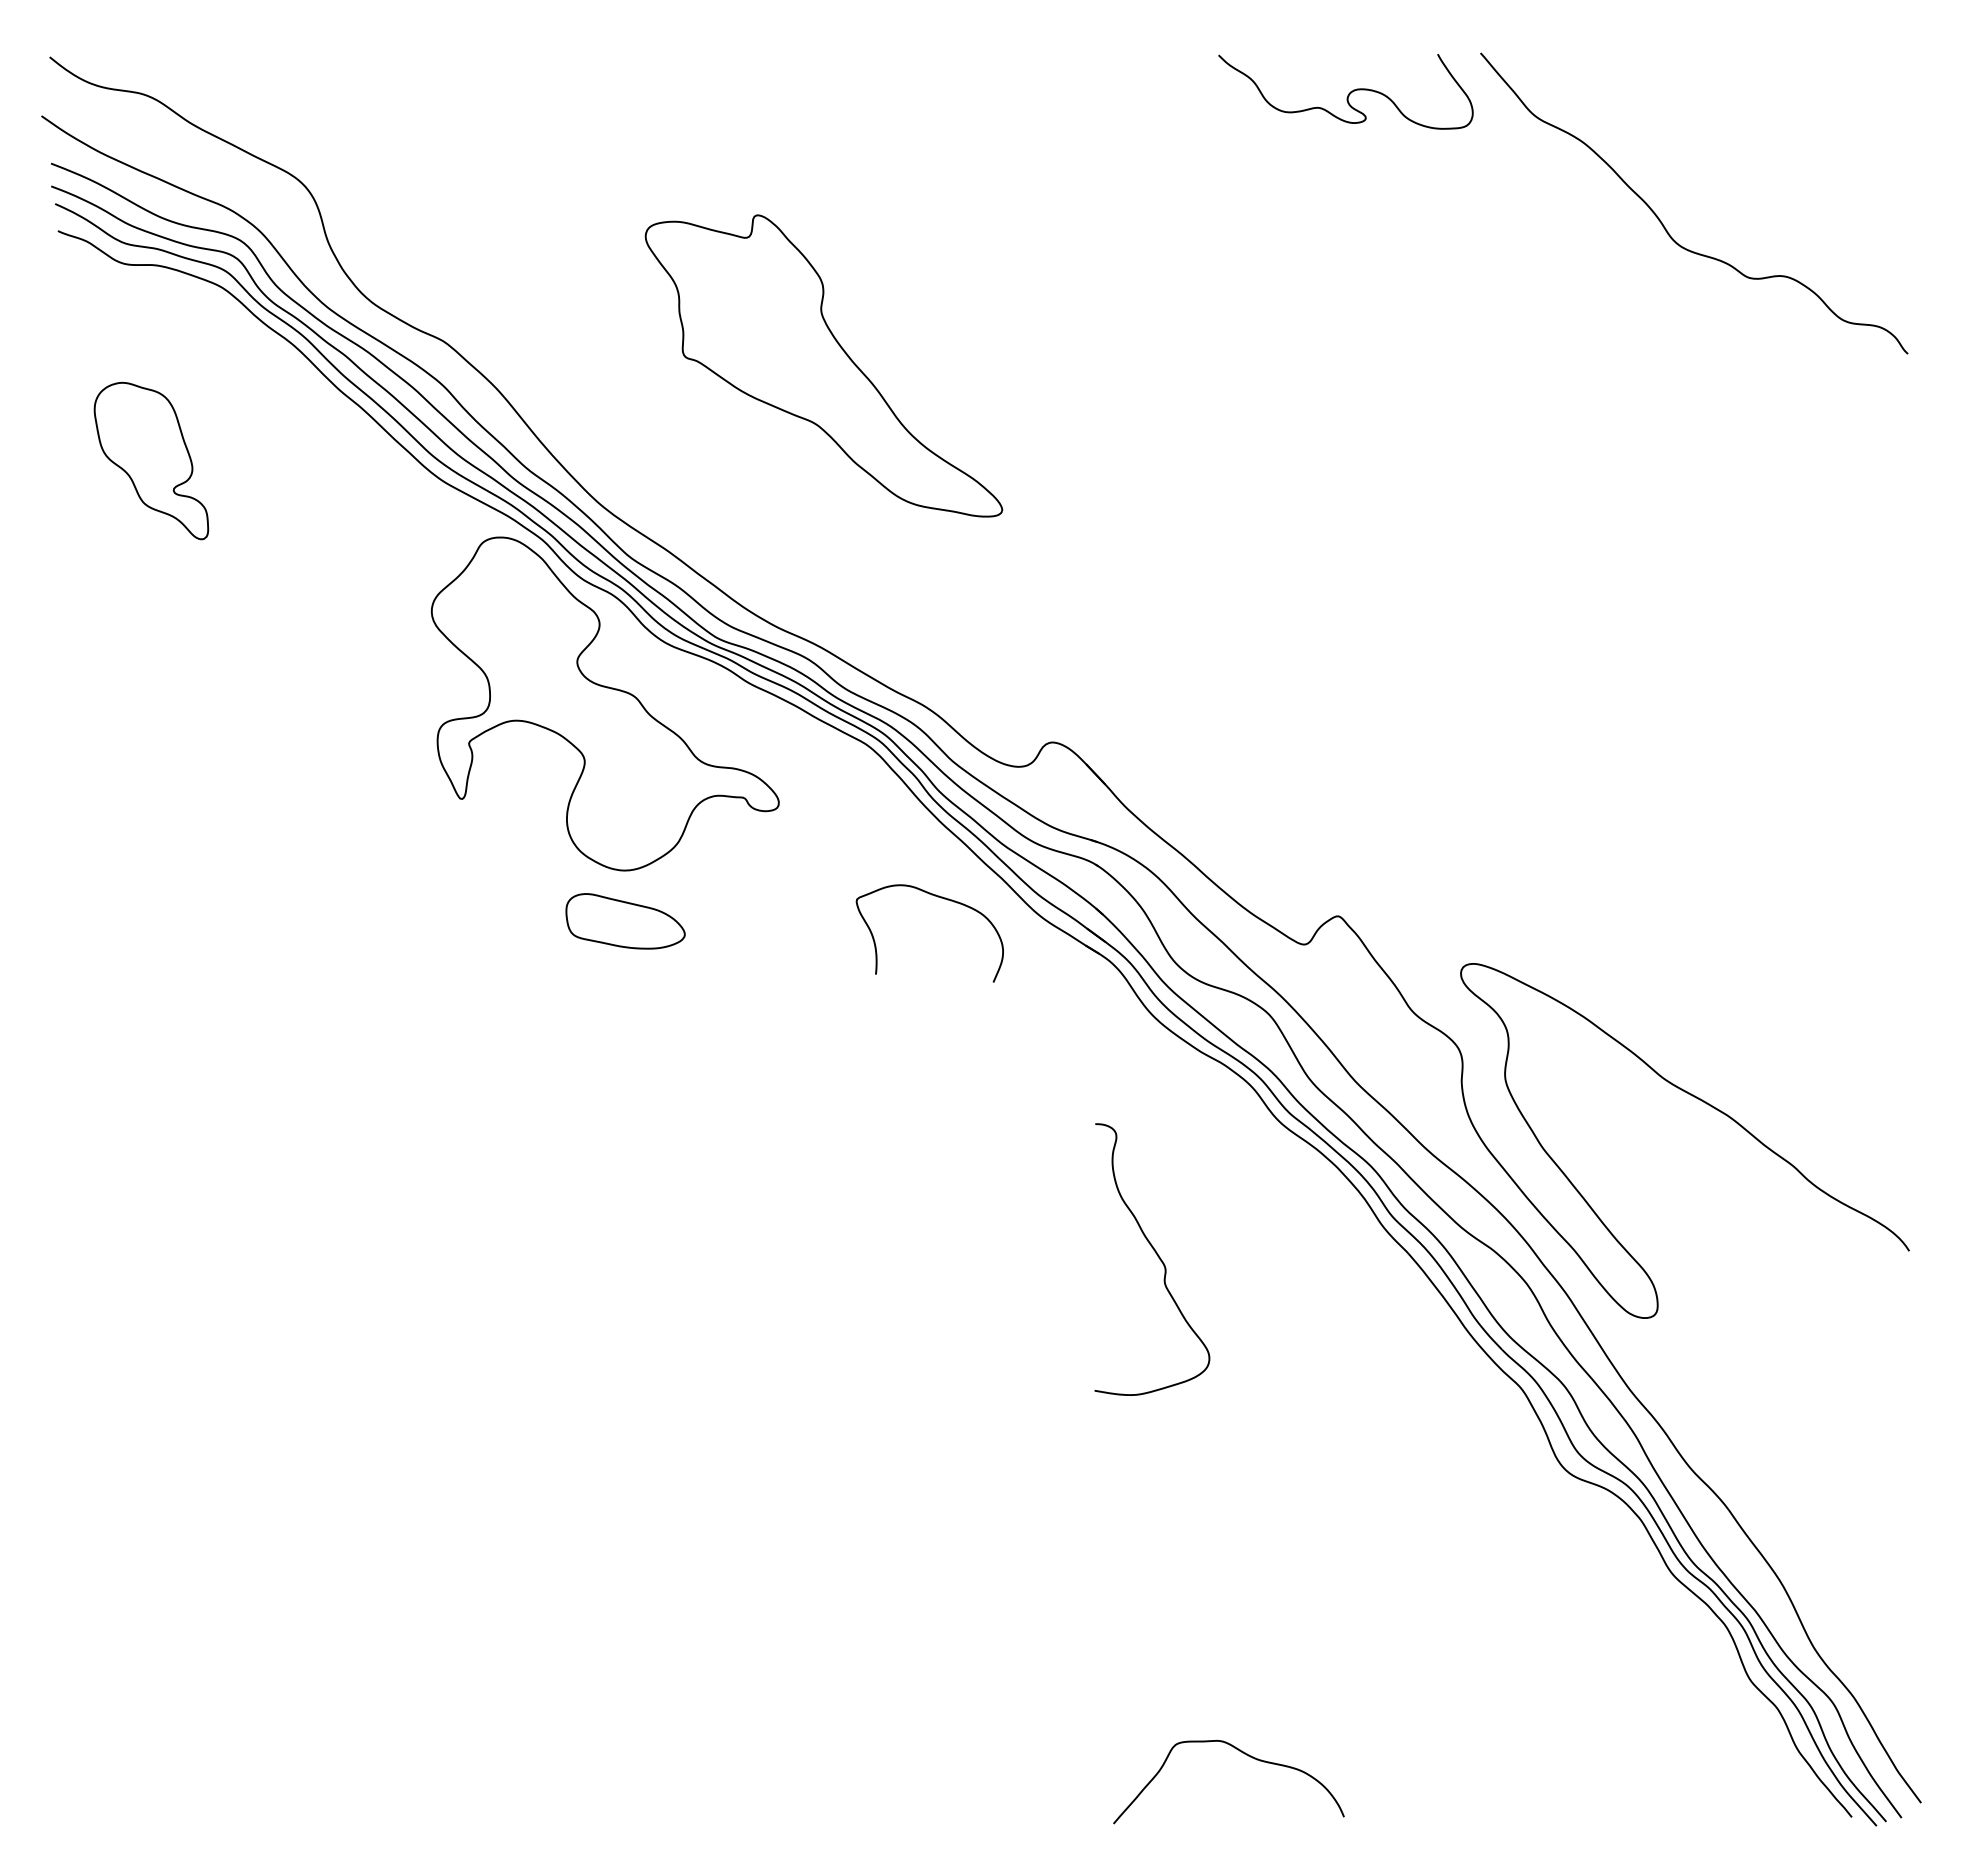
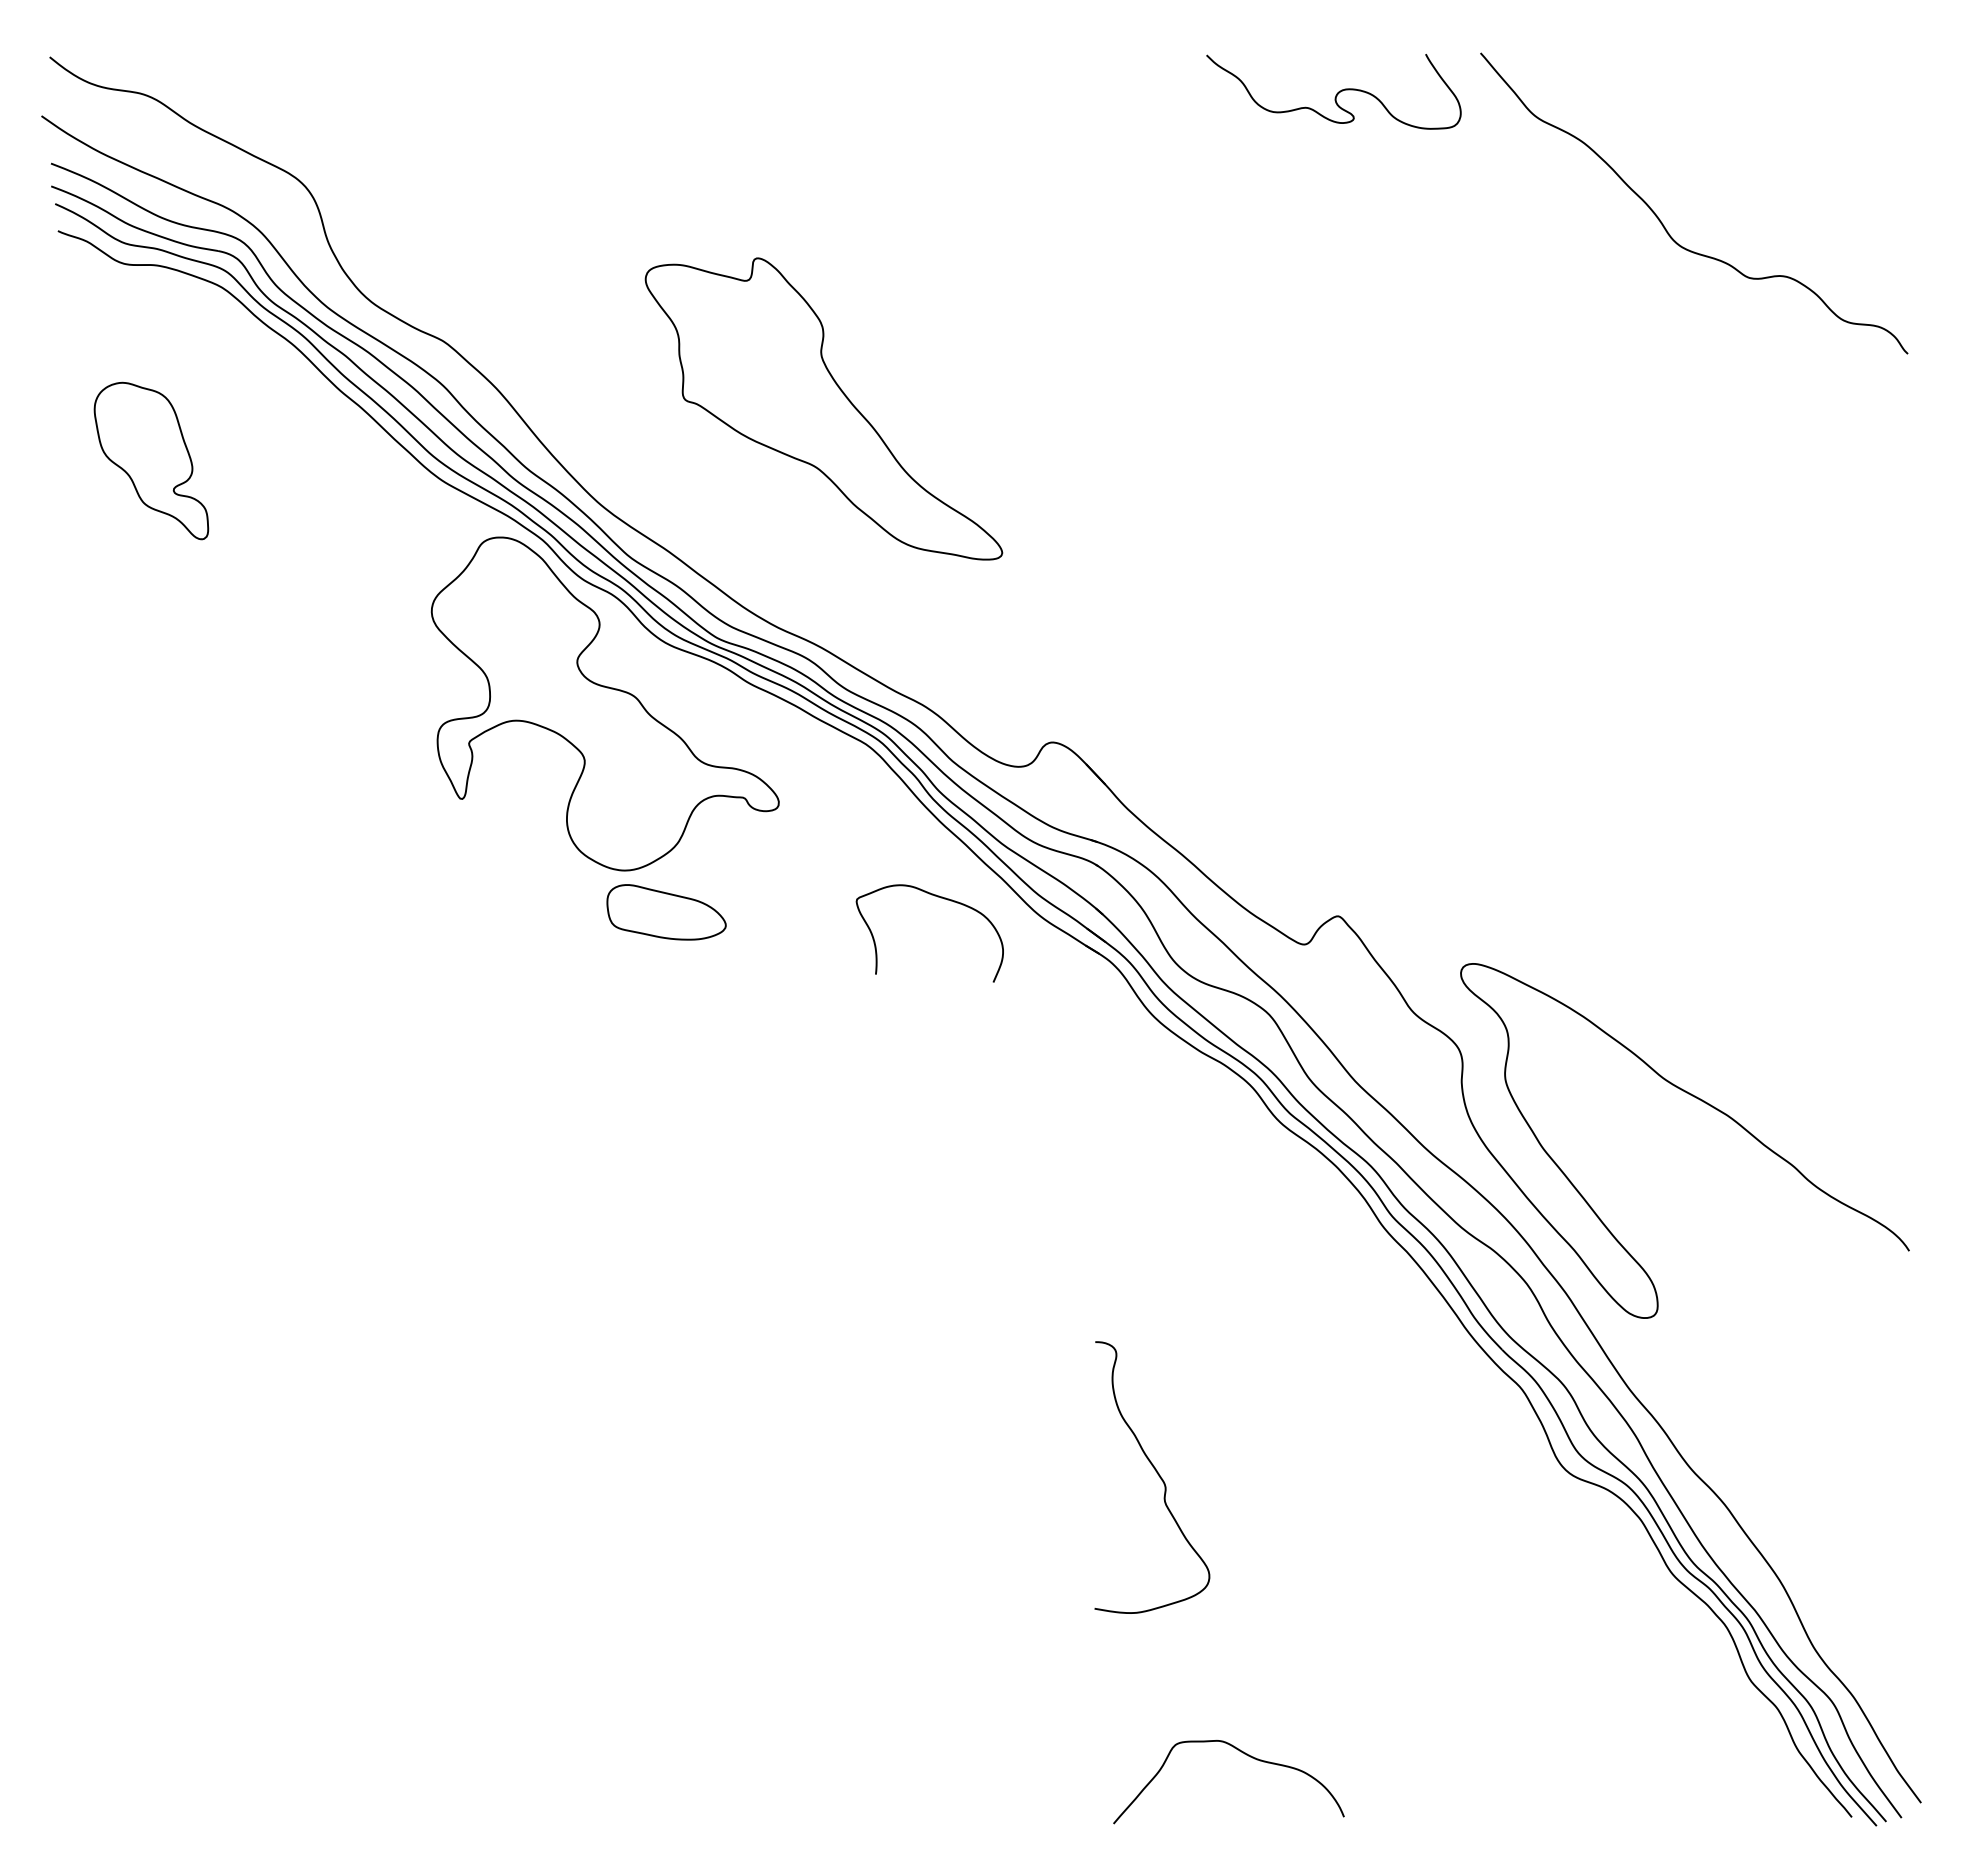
curve at (1348, 93) position: (1348, 93) -> (1336, 93)
part at (823, 365) position: (823, 365) -> (823, 408)
part at (625, 921) position: (625, 921) -> (666, 912)
curve at (1157, 1256) position: (1157, 1256) -> (1157, 1474)
